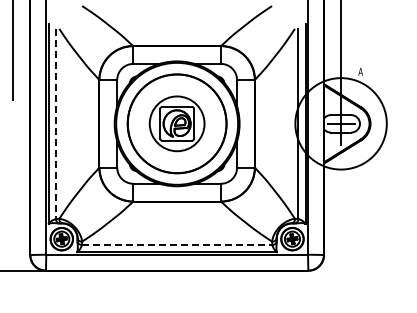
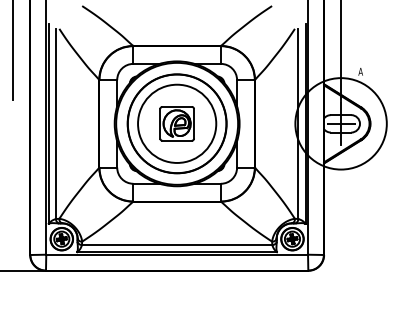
circle at (176, 123) diameter: 55 px -> 78 px
line at (55, 124): dashed -> solid
line at (177, 245): dashed -> solid
